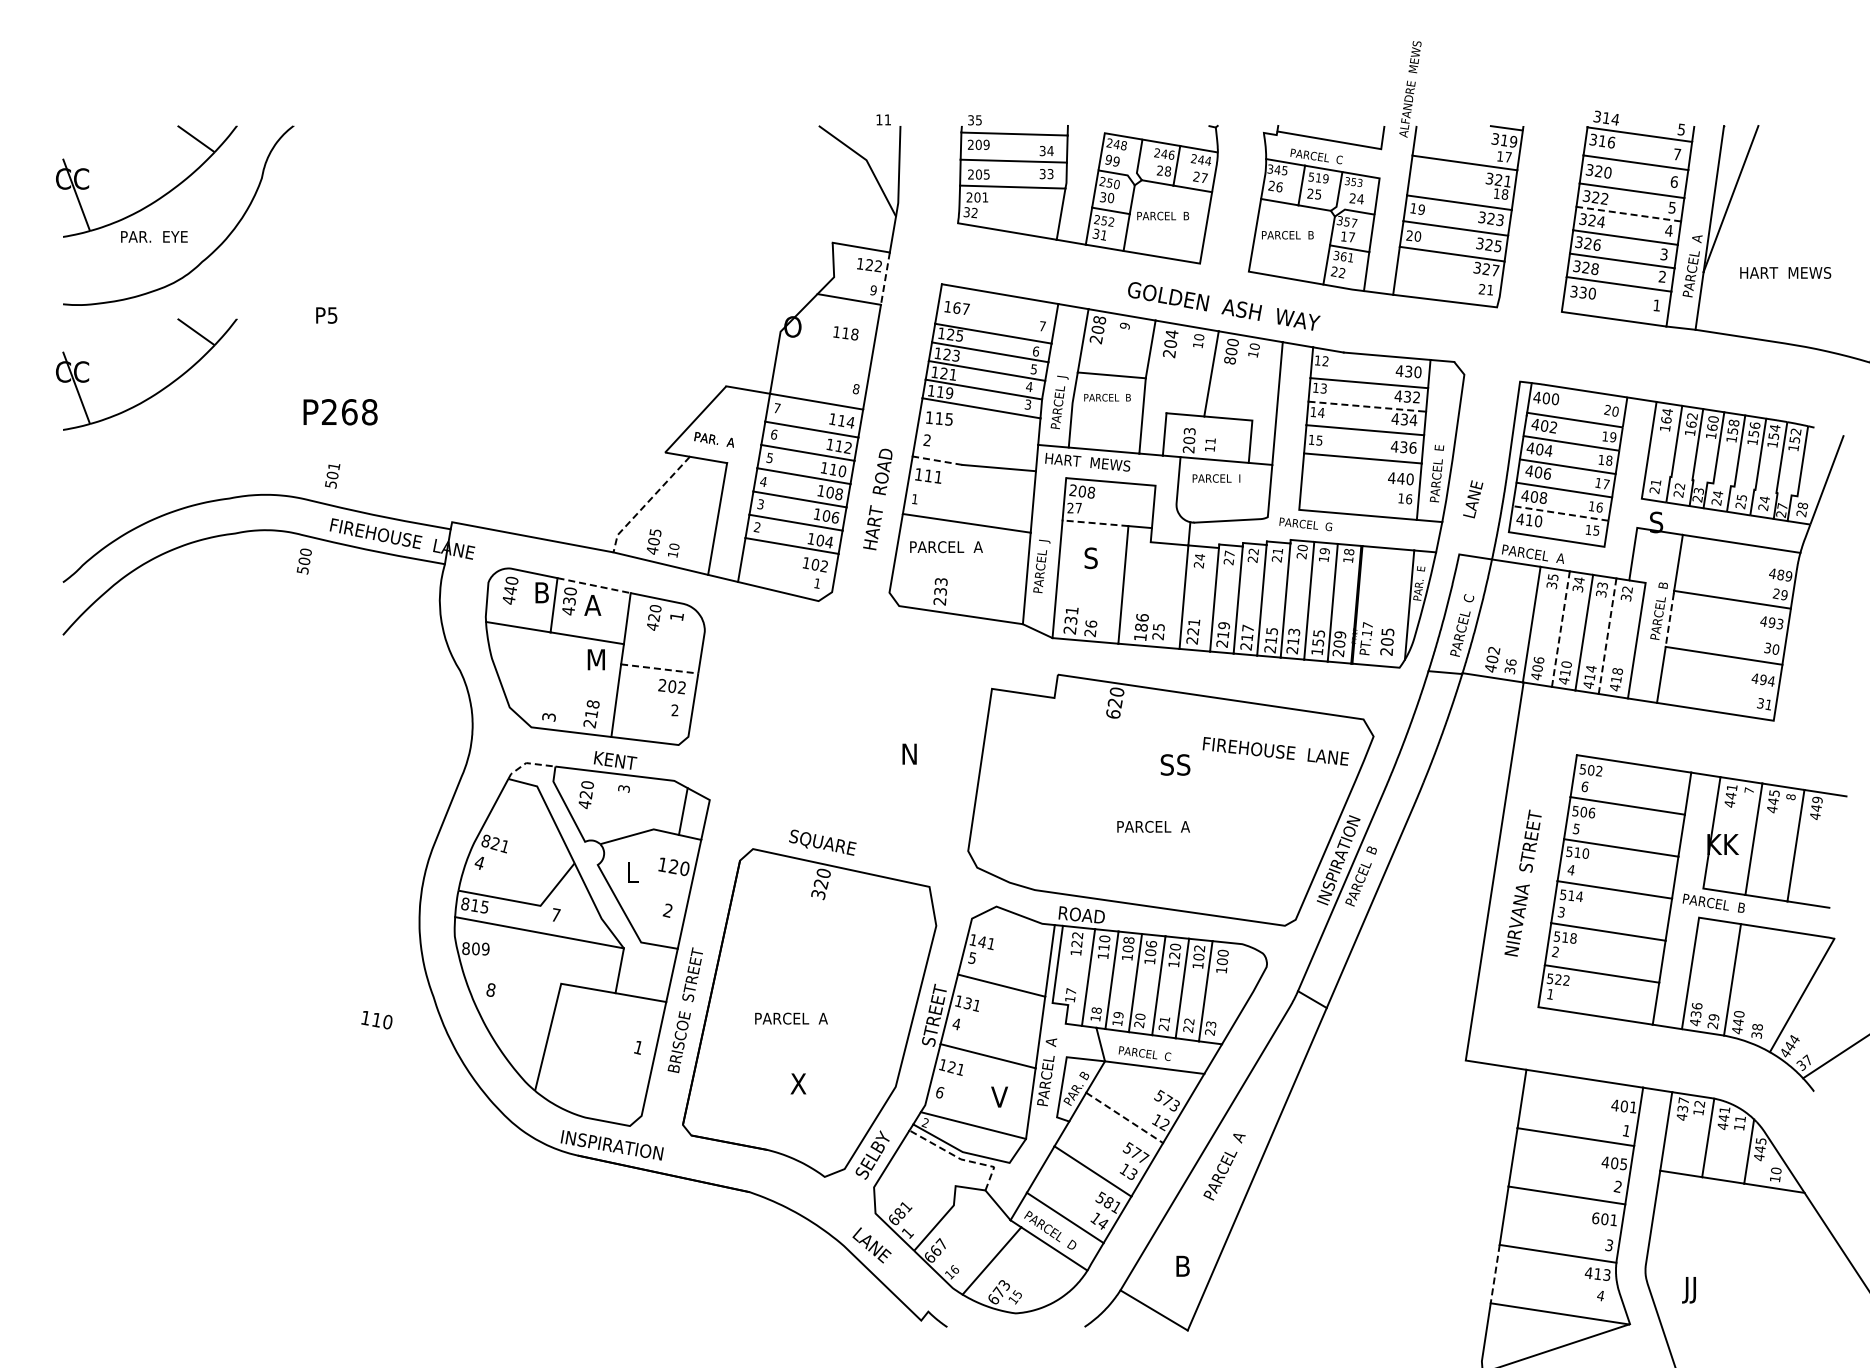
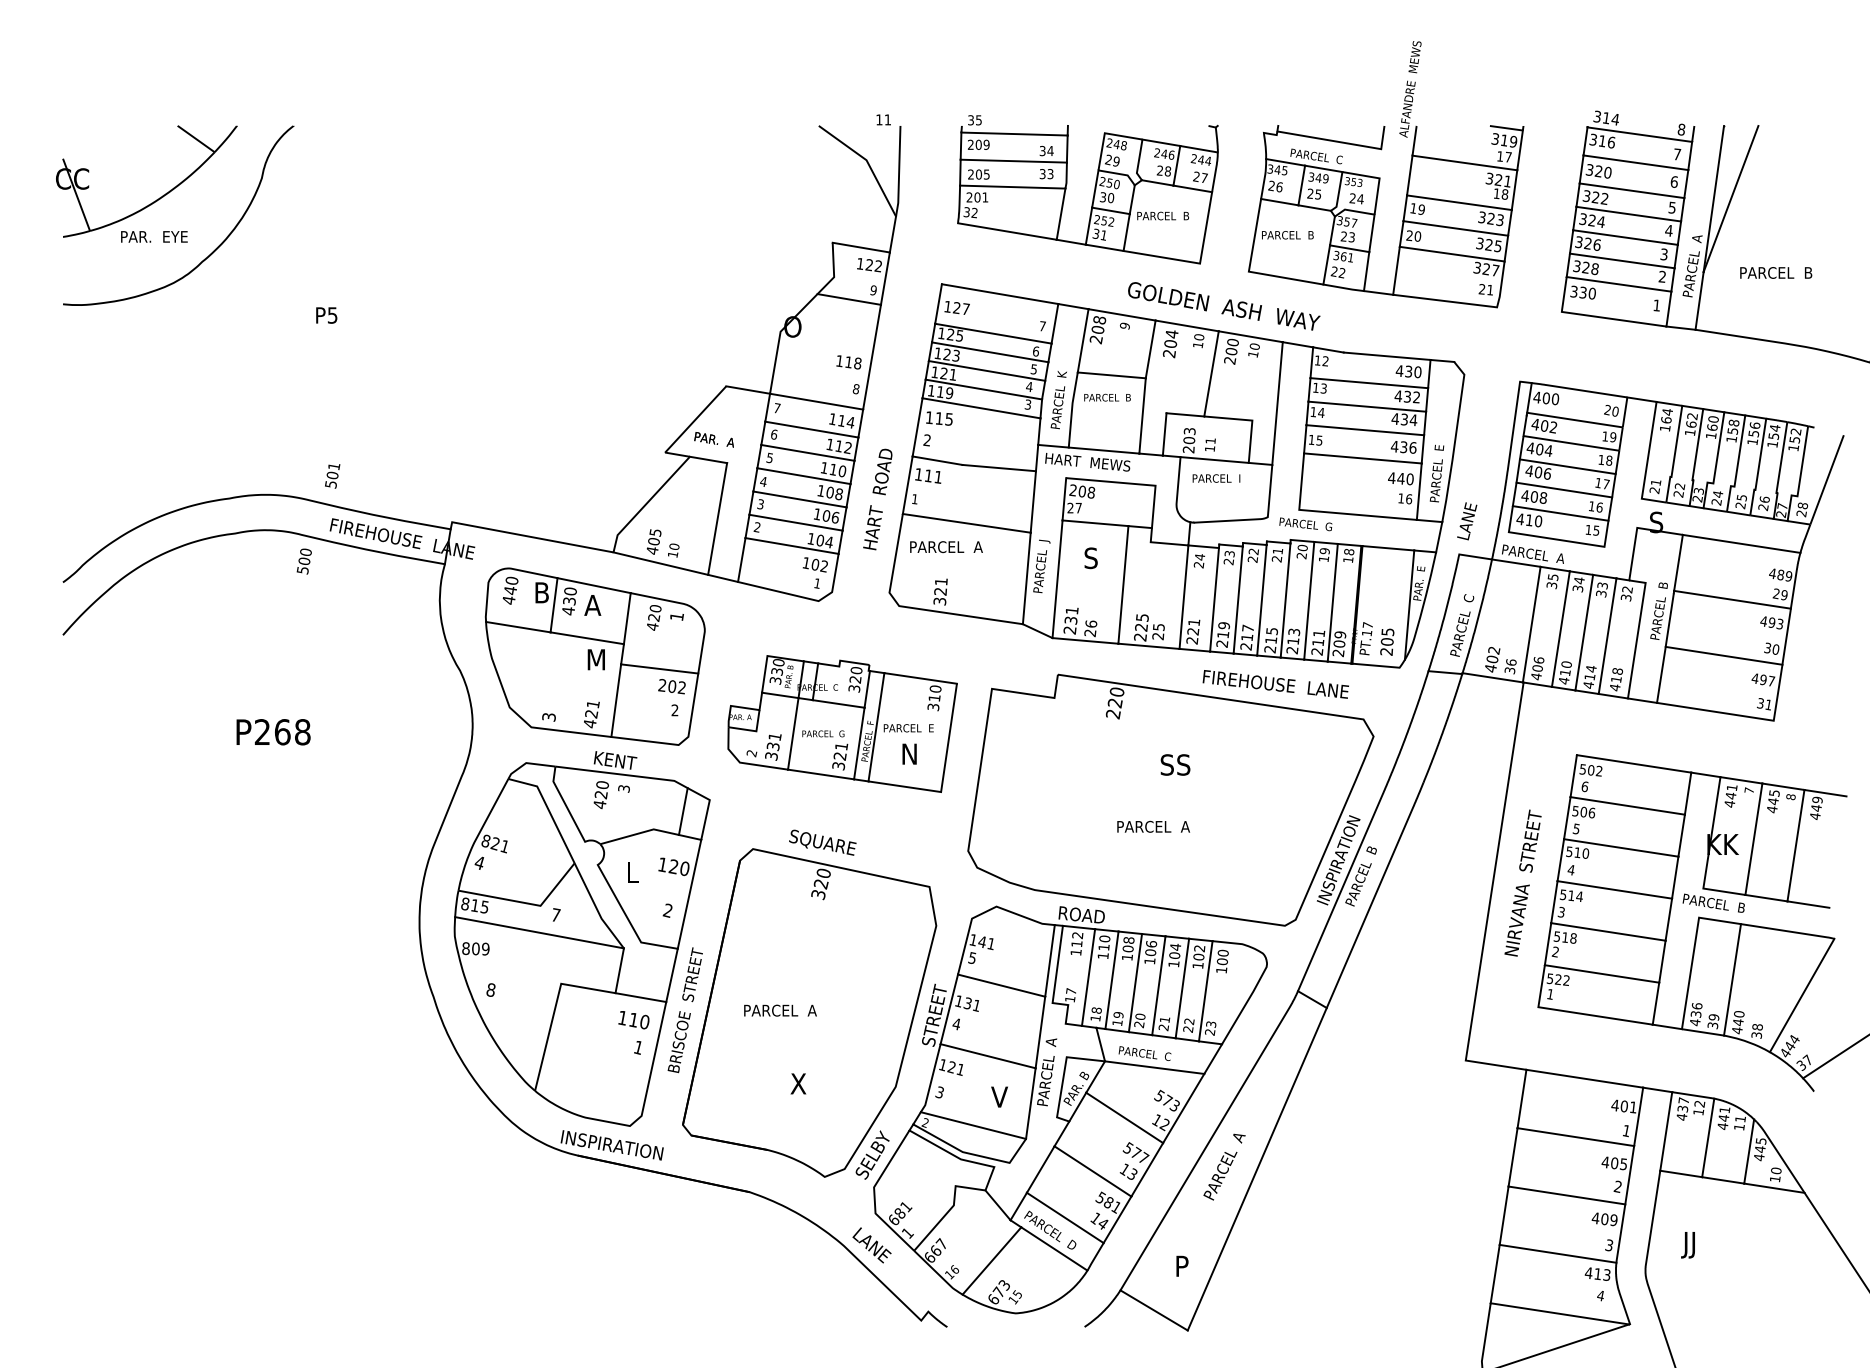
text at (1681, 129): 5 -> 8
text at (1107, 159): 99 -> 29
text at (1315, 177): 519 -> 349
line at (1628, 214): dashed -> solid
text at (1347, 236): 17 -> 23
text at (1786, 272): HART  MEWS -> PARCEL  B
line at (885, 278): dashed -> solid
text at (956, 308): 167 -> 127
text at (845, 333) position: (845, 333) -> (848, 362)
text at (1230, 360): 800 -> 200
text at (1062, 375): PARCEL  J -> PARCEL  K
part at (156, 392): present -> none
line at (1367, 406): dashed -> solid
text at (340, 412) position: (340, 412) -> (273, 732)
line at (937, 460): dashed -> solid
text at (1473, 499) position: (1473, 499) -> (1467, 521)
text at (1764, 499): 24 -> 26
line at (647, 502): dashed -> solid
line at (1560, 513): dashed -> solid
line at (1095, 523): dashed -> solid
text at (1229, 553): 27 -> 23
line at (594, 585): dashed -> solid
text at (940, 591): 233 -> 321
line at (1669, 620): dashed -> solid
text at (1141, 627): 186 -> 225
line at (1560, 629): dashed -> solid
line at (1607, 636): dashed -> solid
text at (1318, 642): 155 -> 211
line at (659, 668): dashed -> solid
text at (1771, 680): 494 -> 497
text at (591, 714): 218 -> 421
text at (1112, 714): 620 -> 220
part at (842, 723): none -> present
text at (1275, 751) position: (1275, 751) -> (1275, 684)
line at (528, 763): dashed -> solid
text at (585, 794) position: (585, 794) -> (600, 794)
text at (1076, 943): 122 -> 112
text at (1175, 951): 120 -> 104
text at (791, 1018) position: (791, 1018) -> (780, 1010)
text at (376, 1020) position: (376, 1020) -> (633, 1020)
text at (1713, 1025): 29 -> 39
text at (939, 1092): 6 -> 3
line at (1124, 1117): dashed -> solid
line at (960, 1159): dashed -> solid
text at (1604, 1219): 601 -> 409
text at (1184, 1266): B -> P
line at (1495, 1274): dashed -> solid
text at (1688, 1290) position: (1688, 1290) -> (1687, 1245)
